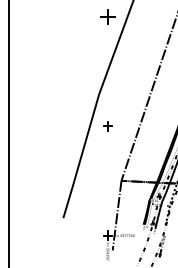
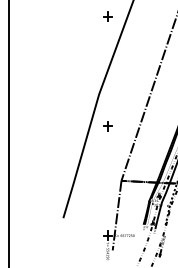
part at (107, 16) size: 16x16 px -> 10x11 px
